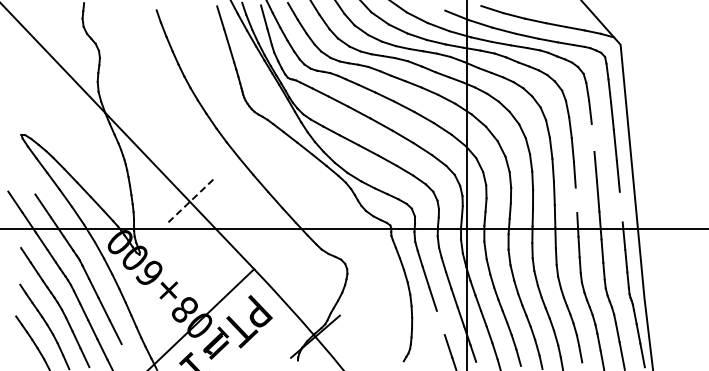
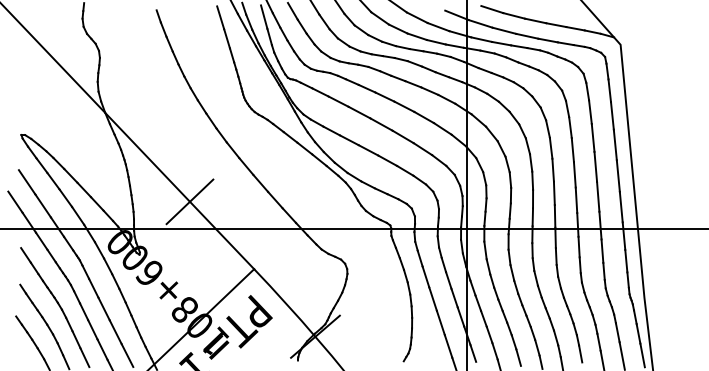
line at (592, 137): none -> present
line at (26, 182): none -> present
line at (576, 200): none -> present
line at (189, 202): dashed -> solid
line at (620, 206): none -> present
line at (440, 322): none -> present
line at (127, 355): none -> present
